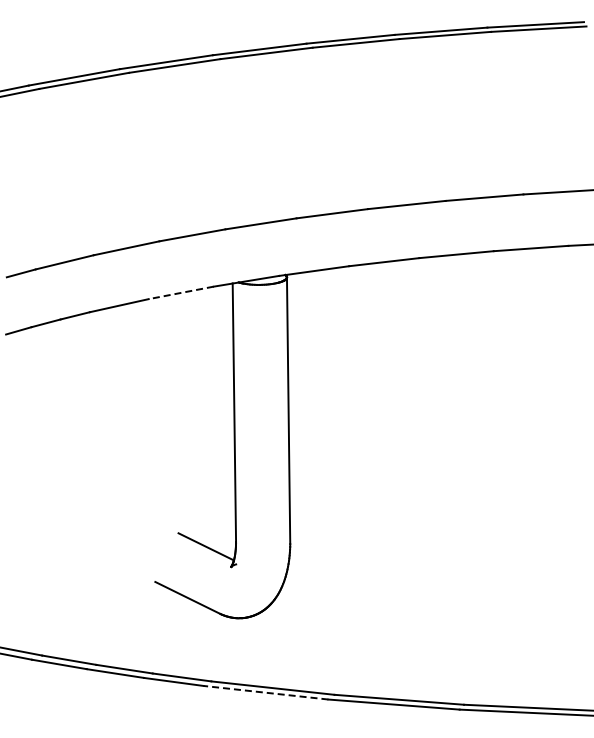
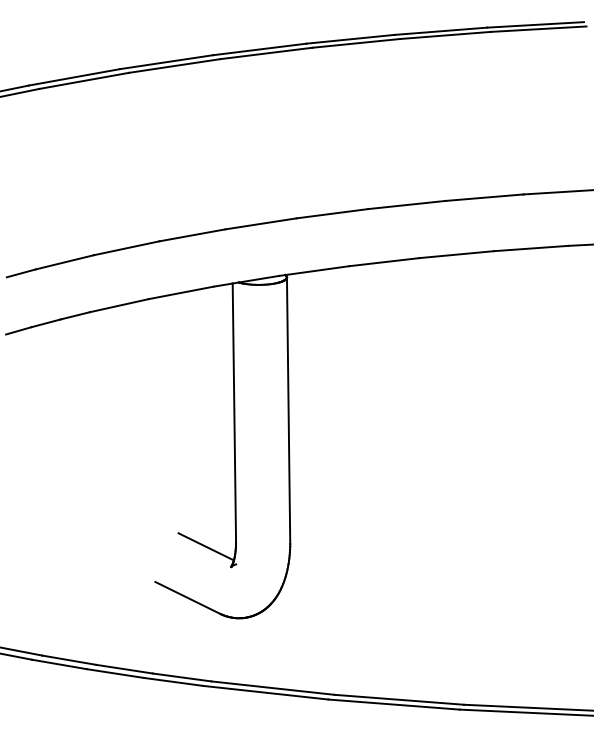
line at (180, 292): dashed -> solid
line at (265, 692): dashed -> solid
